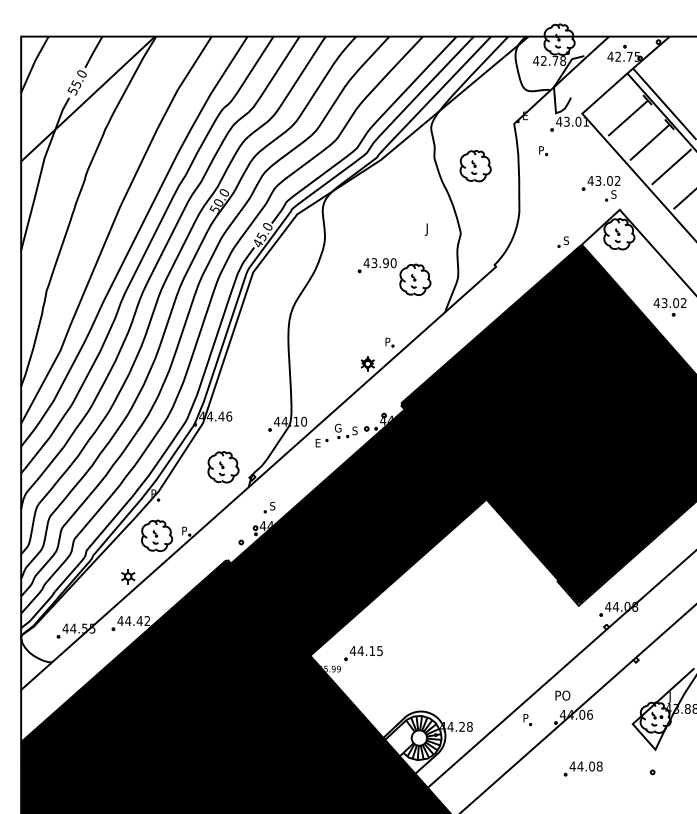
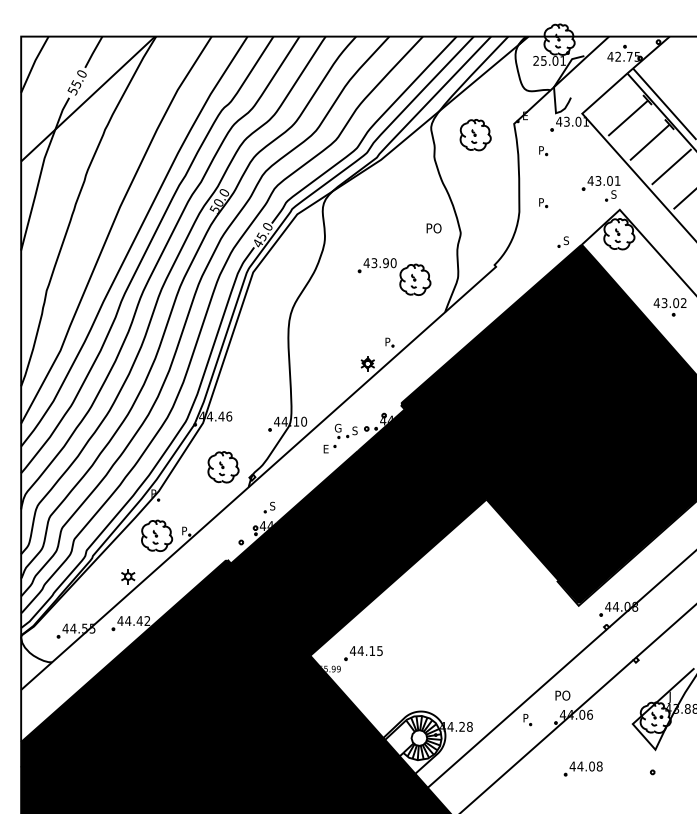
text at (549, 60): 42.78 -> 25.01
part at (475, 166) position: (475, 166) -> (475, 135)
text at (617, 180): 43.02 -> 43.01
part at (543, 203): none -> present
text at (432, 229): J -> PO
part at (321, 443) position: (321, 443) -> (329, 449)
